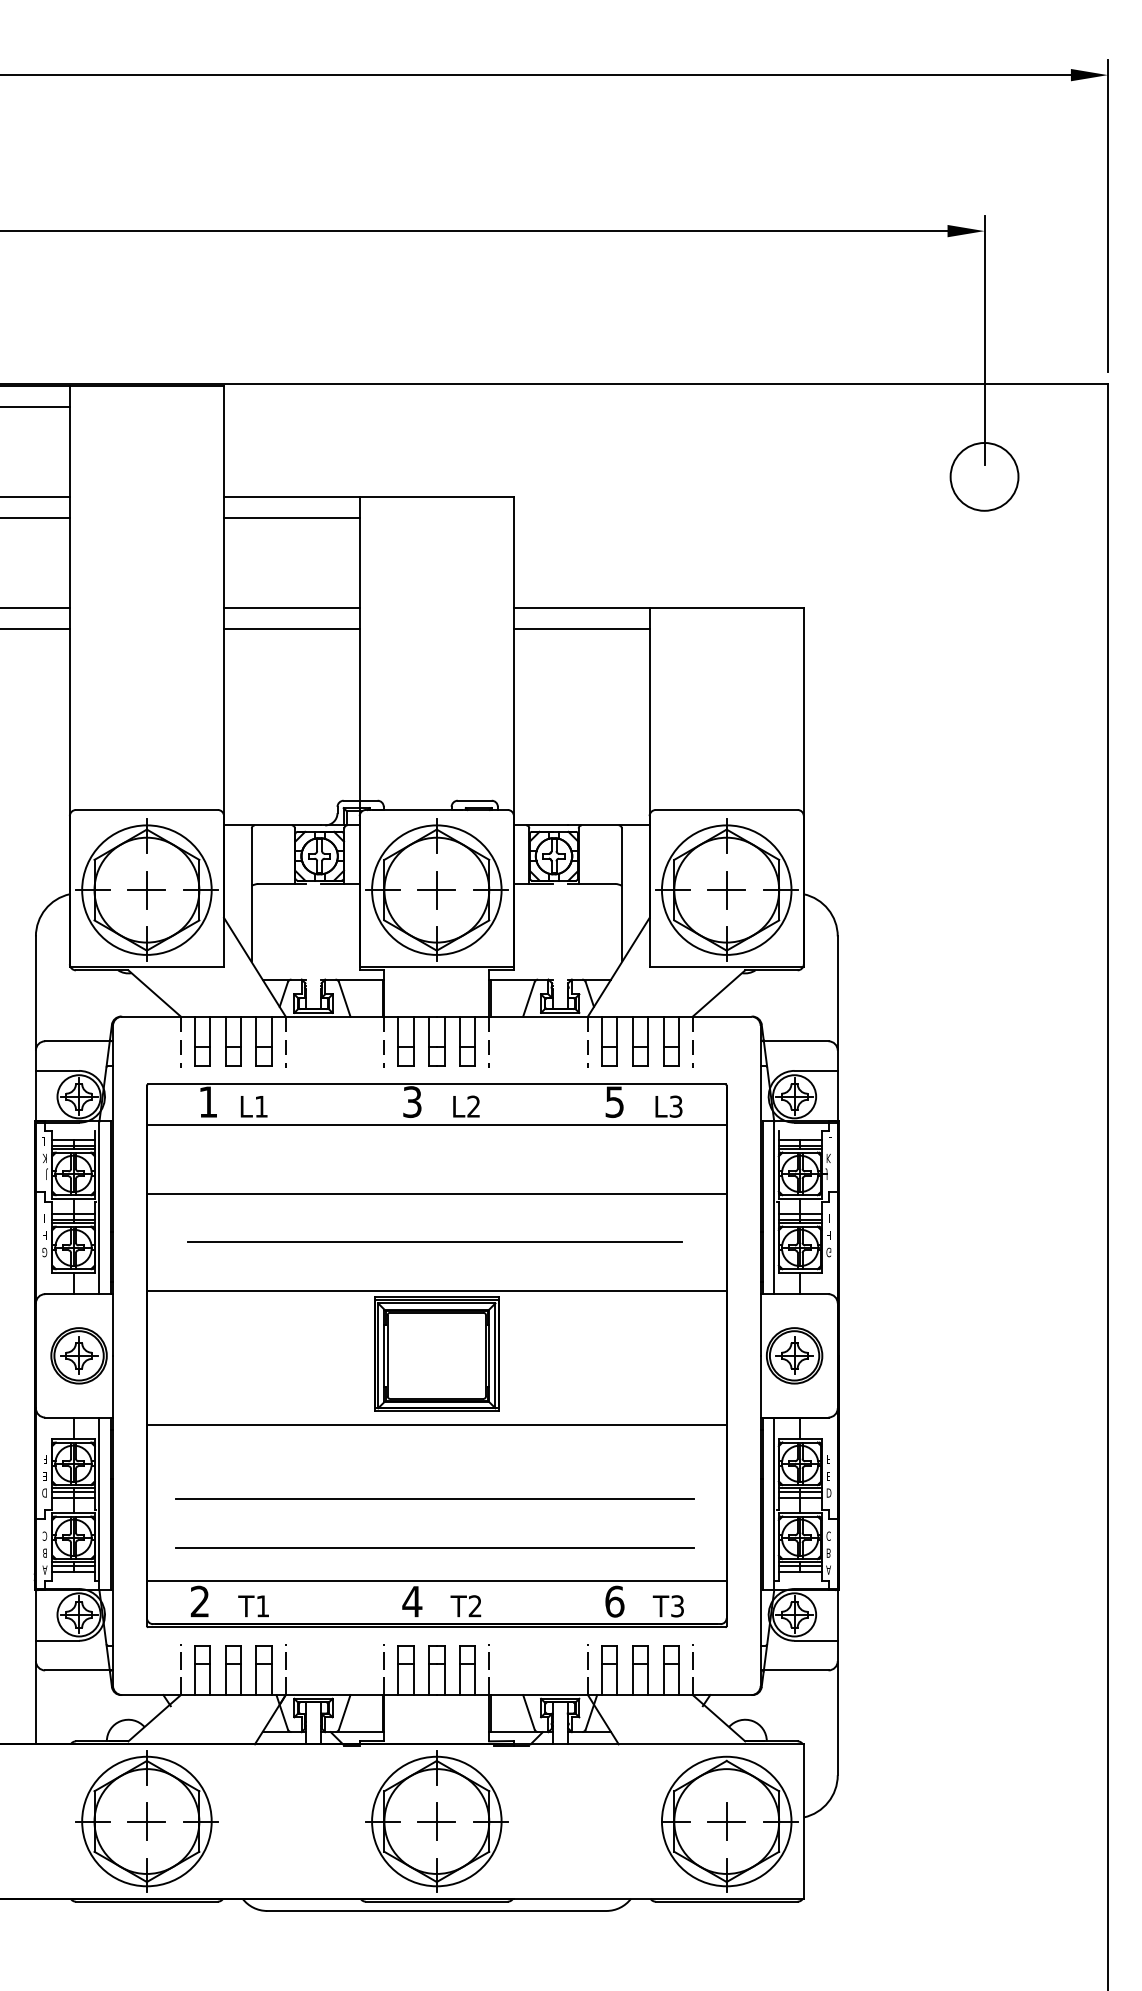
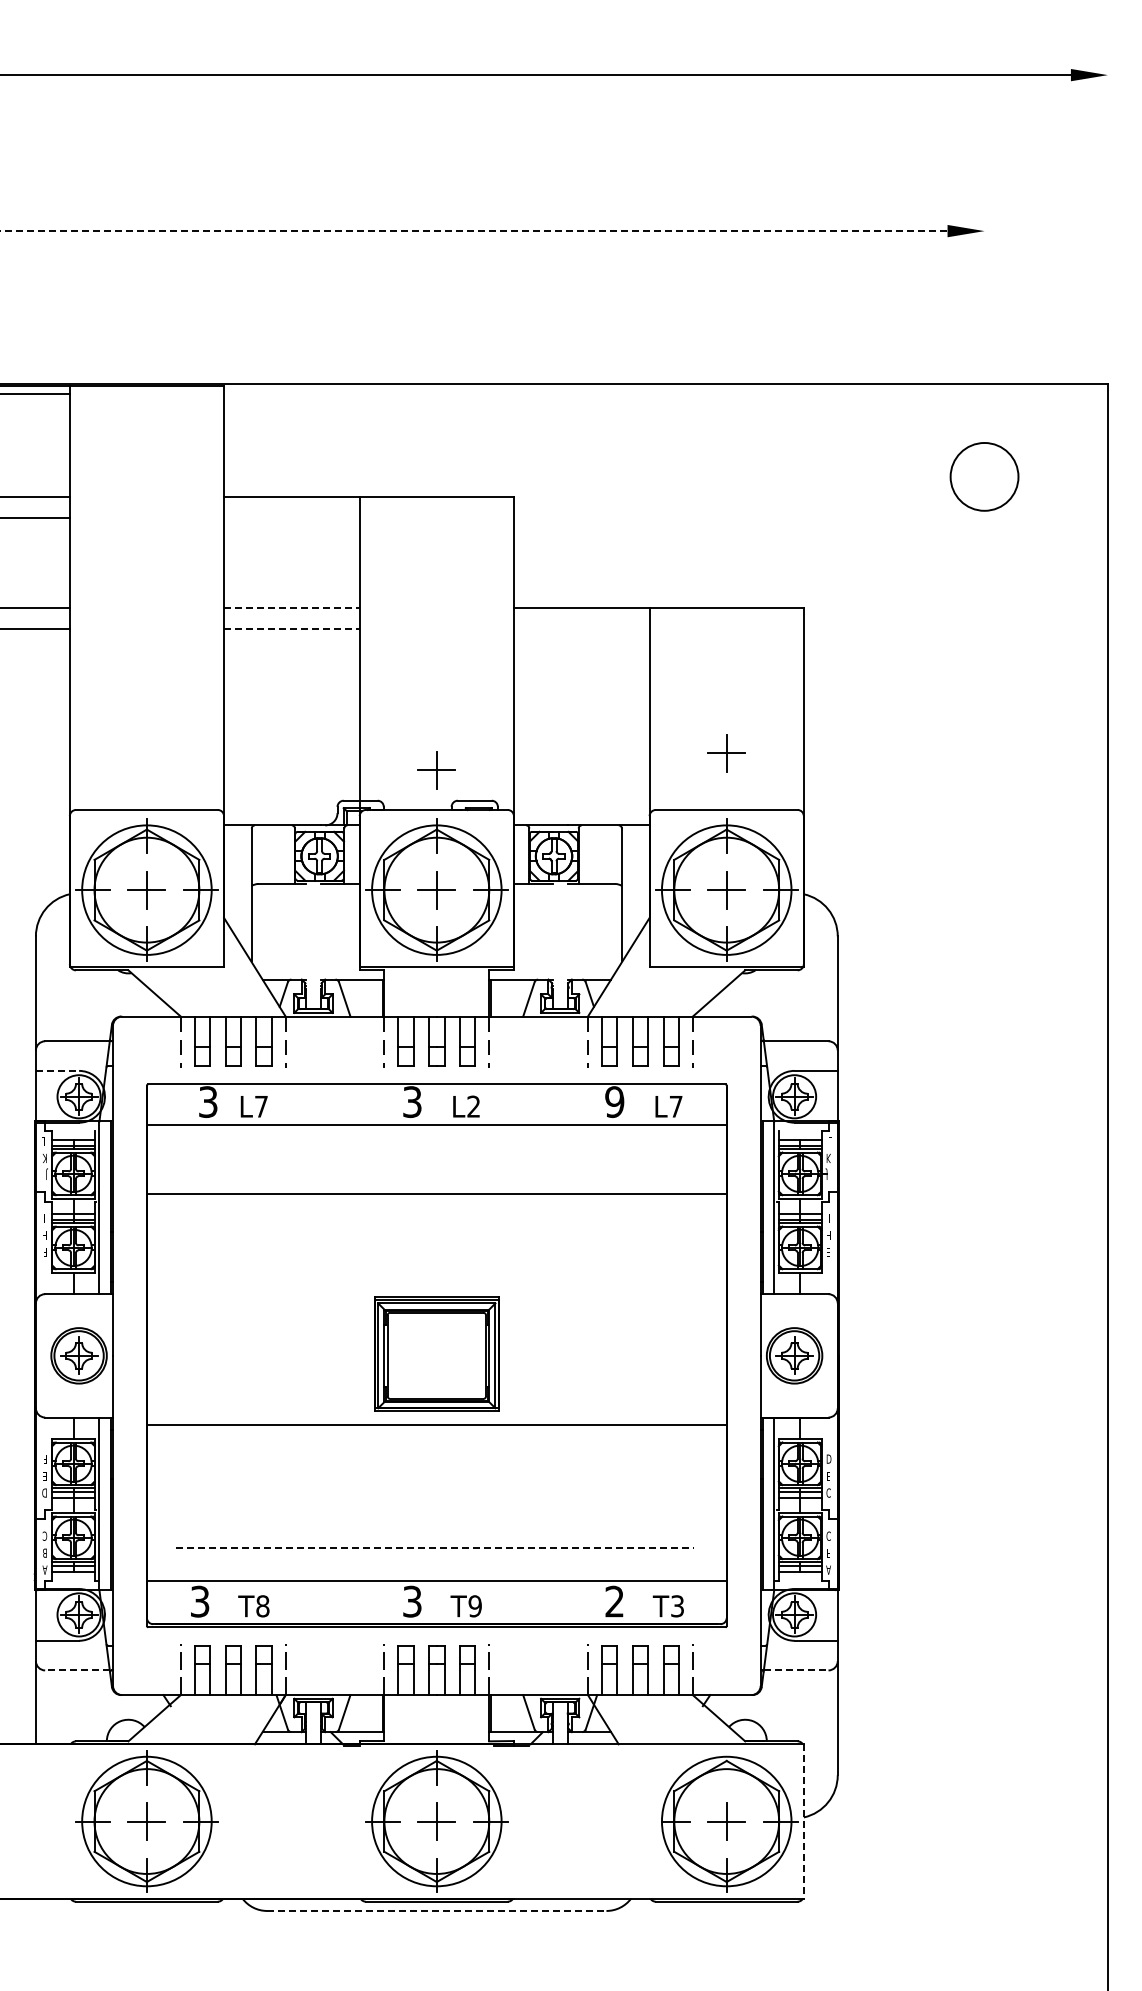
line at (1107, 215): present -> none
line at (474, 231): solid -> dashed
line at (984, 339): present -> none
line at (36, 406) position: (36, 406) -> (36, 393)
line at (291, 517): present -> none
line at (291, 607): solid -> dashed
line at (291, 629): solid -> dashed
line at (581, 629): present -> none
part at (726, 753): none -> present
part at (436, 770): none -> present
line at (57, 1070): solid -> dashed
text at (614, 1101): 5 -> 9
text at (208, 1102): 1 -> 3
text at (261, 1106): L1 -> L7
text at (675, 1106): L3 -> L7
line at (434, 1241): present -> none
text at (44, 1252): G -> F
text at (828, 1252): G -> E
line at (436, 1291): present -> none
text at (828, 1458): F -> D
text at (828, 1492): D -> C
line at (434, 1498): present -> none
line at (435, 1548): solid -> dashed
text at (828, 1552): B -> F
text at (199, 1601): 2 -> 3
text at (412, 1601): 4 -> 3
text at (614, 1601): 6 -> 2
text at (262, 1606): T1 -> T8
text at (474, 1606): T2 -> T9
line at (76, 1670): solid -> dashed
line at (796, 1670): solid -> dashed
line at (804, 1822): solid -> dashed
line at (436, 1910): solid -> dashed
